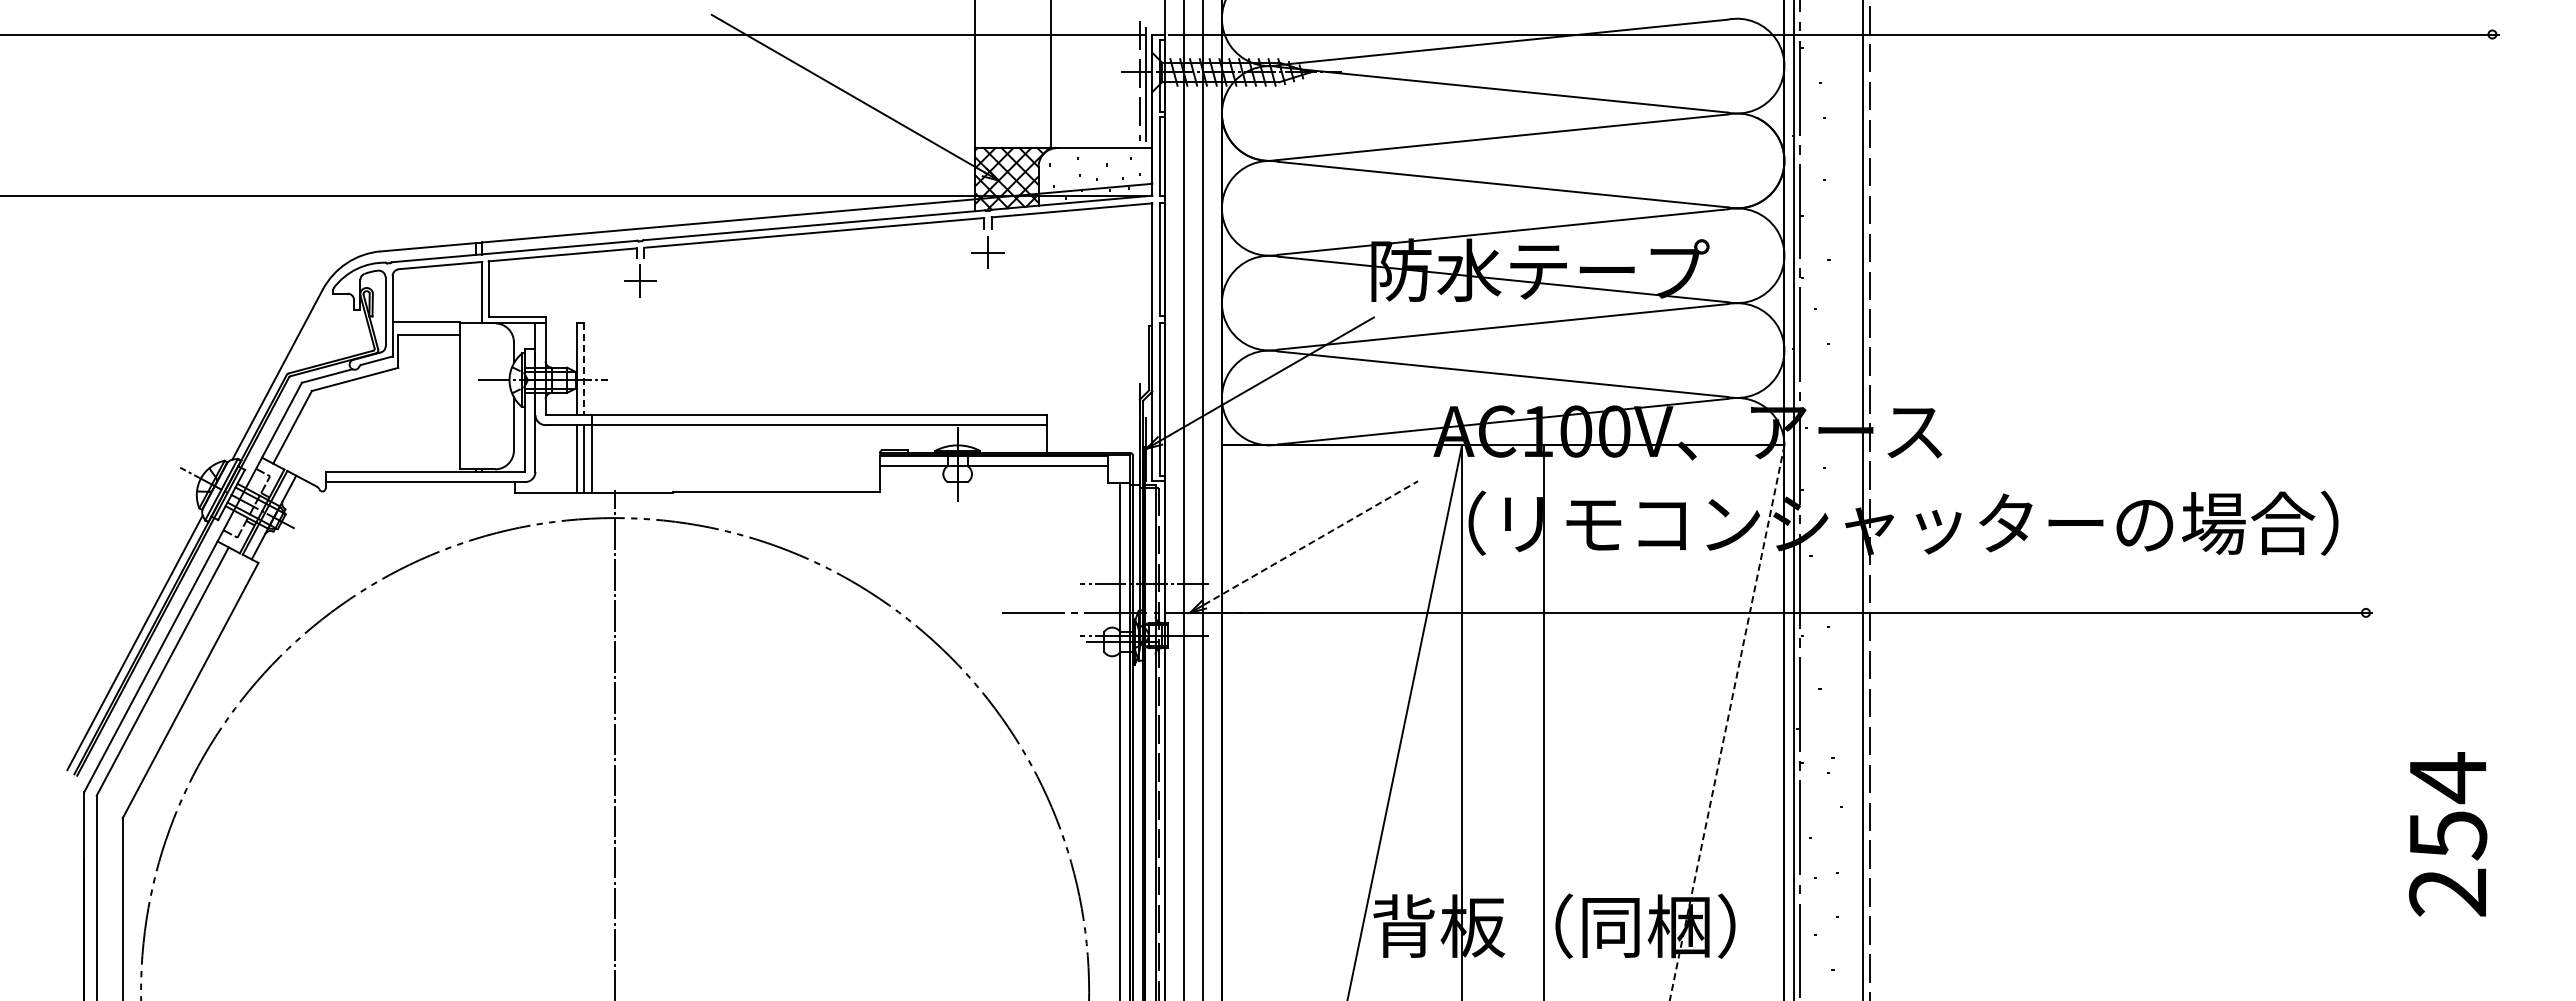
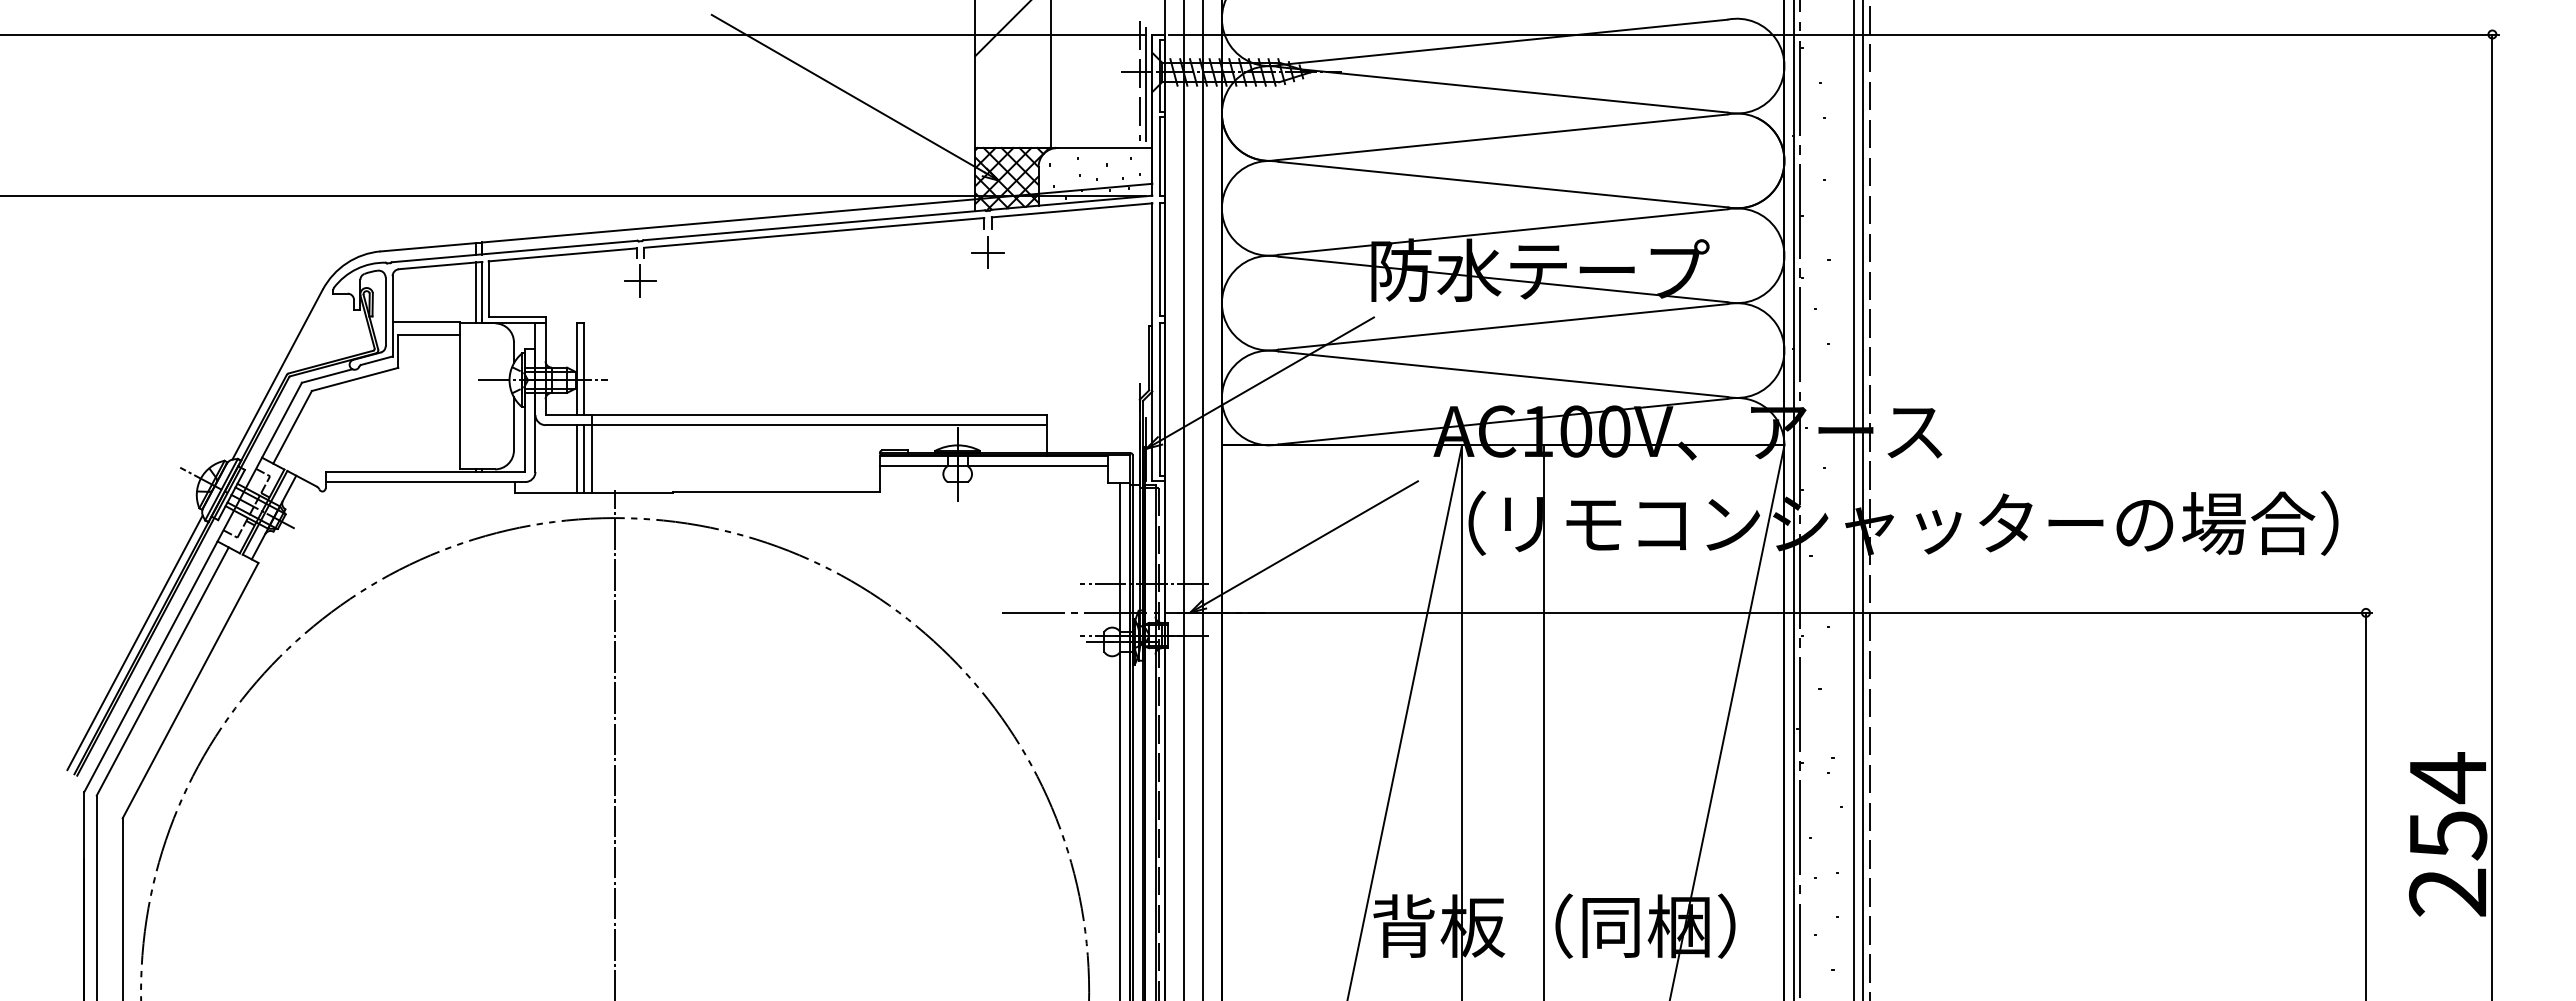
line at (1002, 29): none -> present
line at (476, 292): none -> present
line at (583, 369): dashed -> solid
line at (1853, 499): none -> present
line at (2492, 515): none -> present
line at (1311, 543): dashed -> solid
line at (1727, 723): dashed -> solid
line at (2365, 804): none -> present
